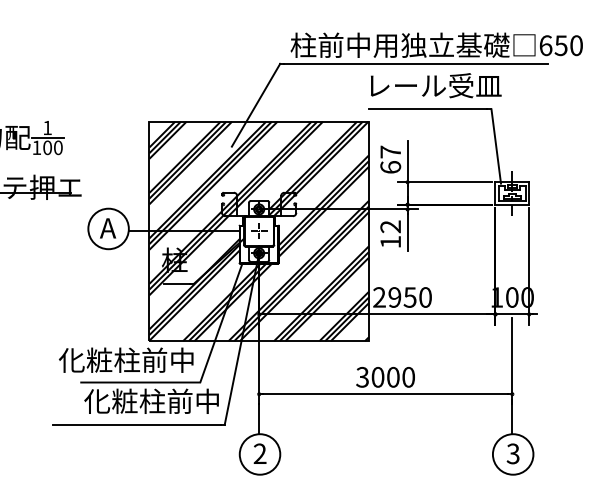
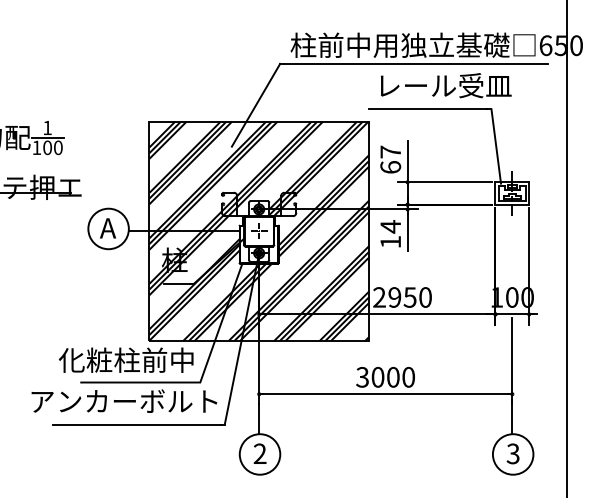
text at (436, 85) position: (436, 85) -> (446, 85)
text at (390, 226): 12 -> 14
line at (566, 248): none -> present
text at (124, 400): 化粧柱前中 -> アンカーボルト
